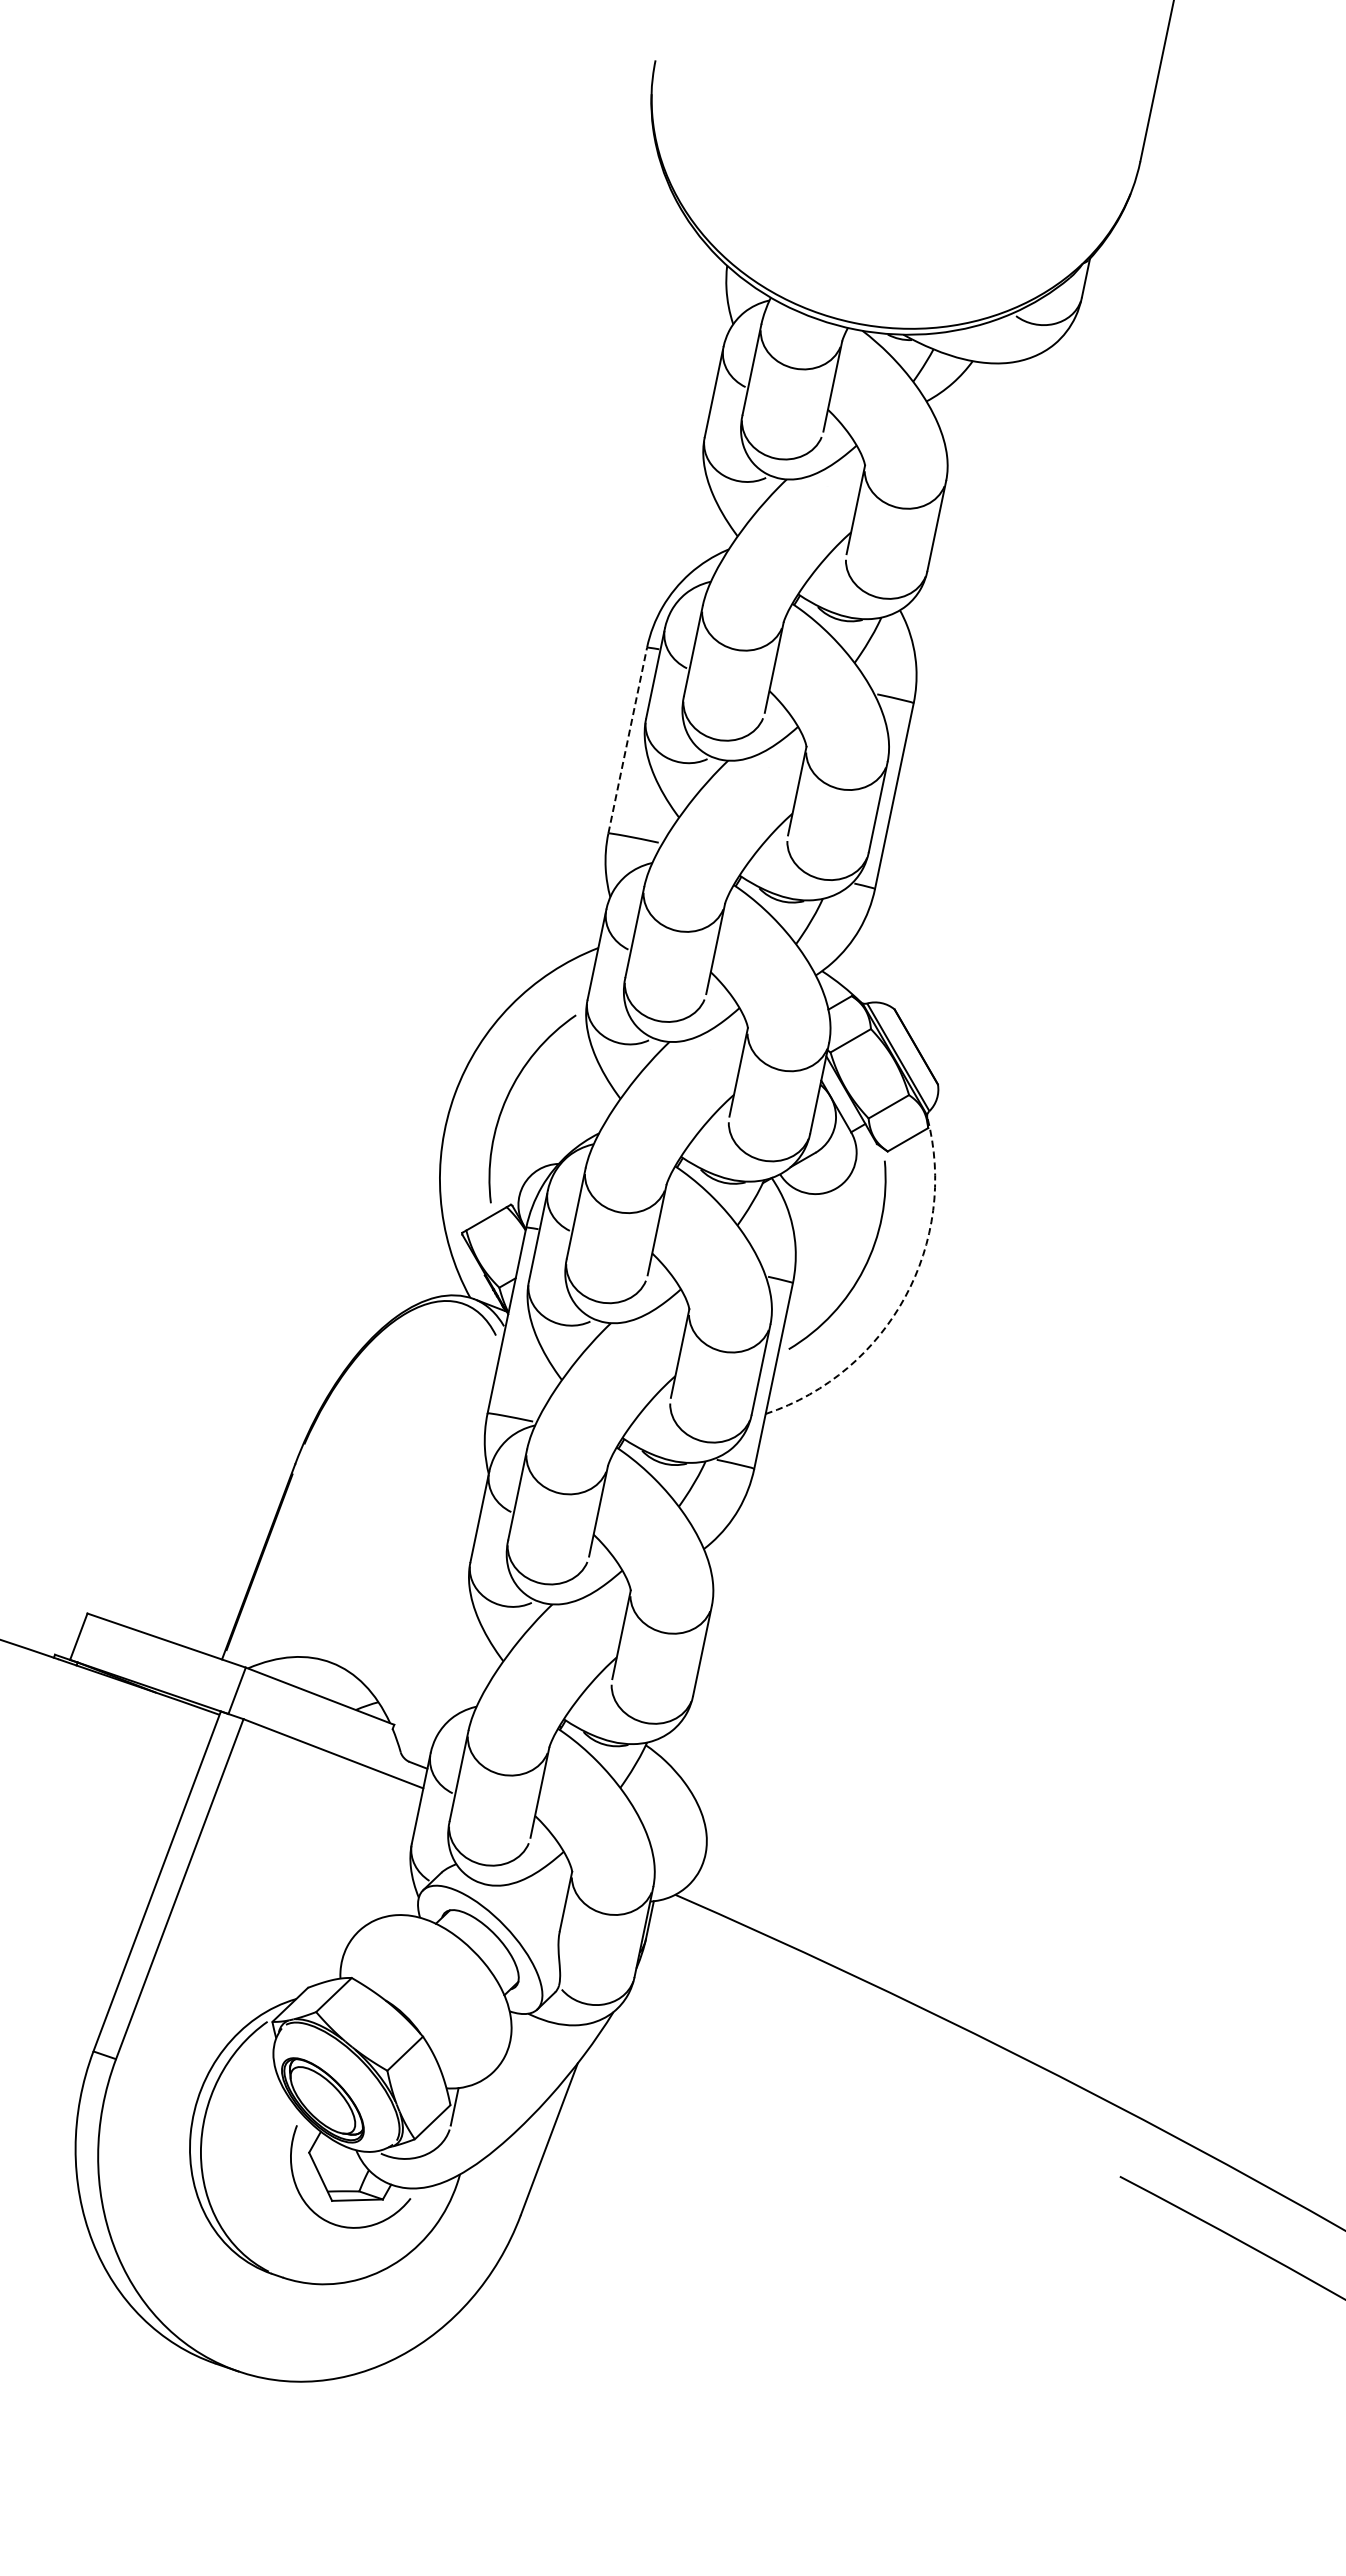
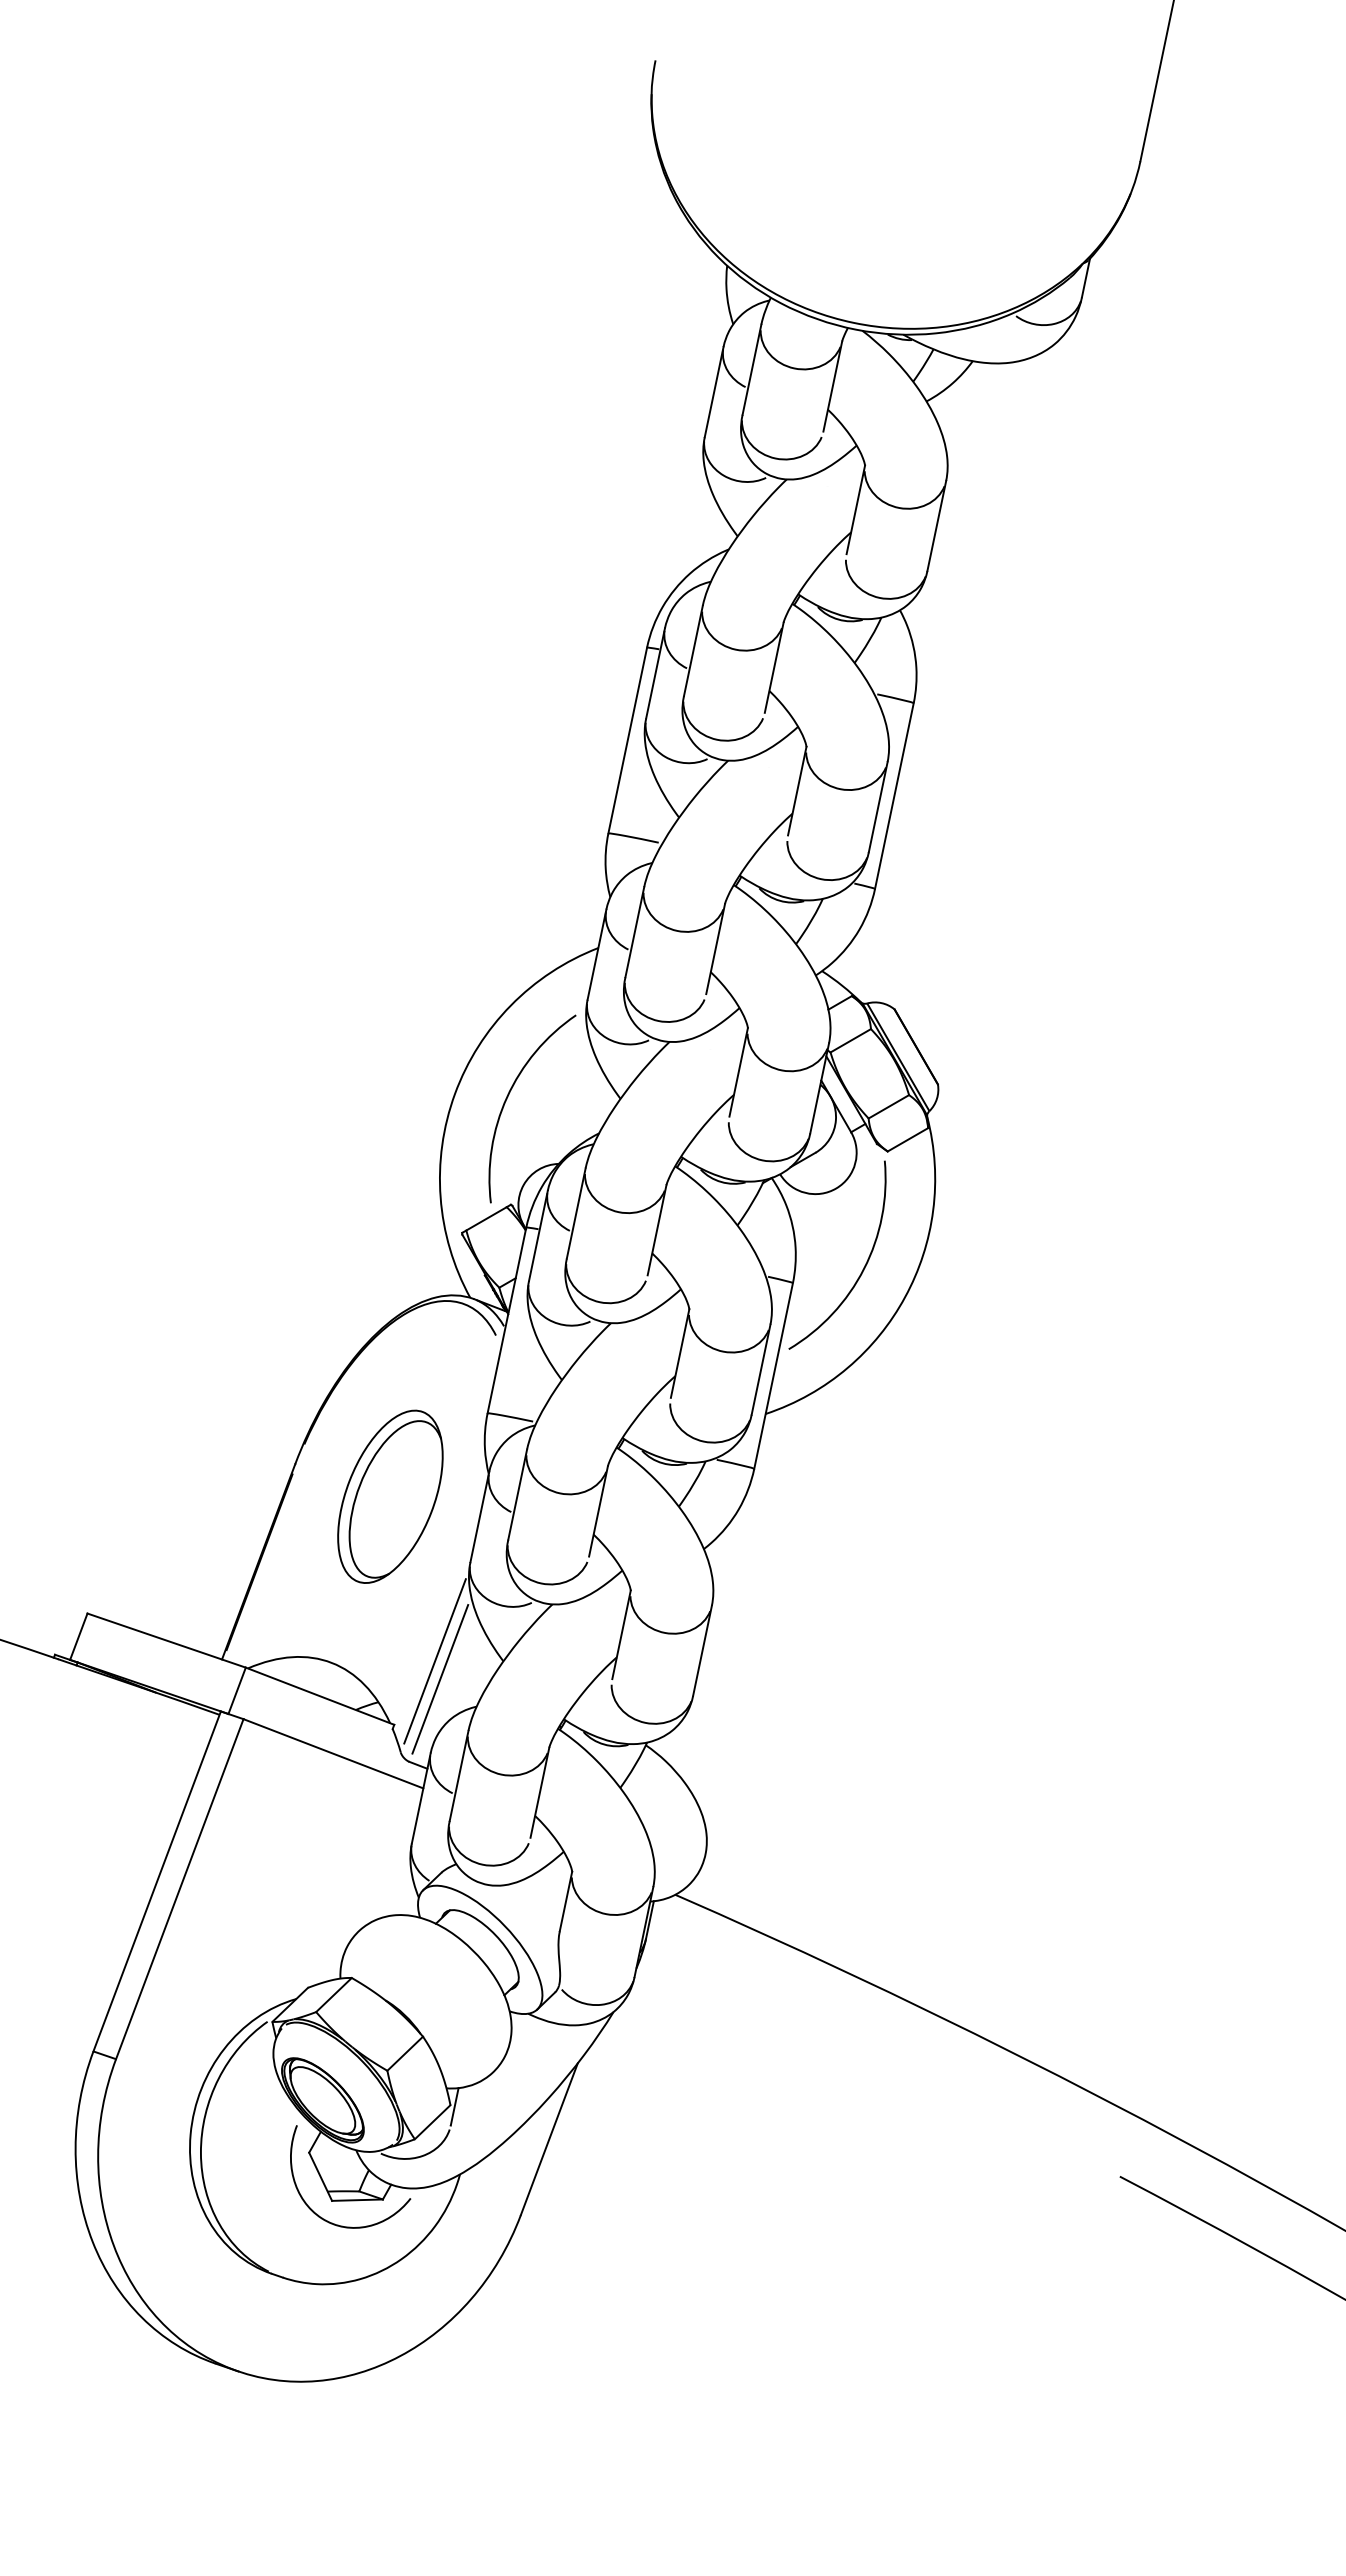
line at (627, 740): dashed -> solid
arc at (905, 1297): dashed -> solid
part at (390, 1496): none -> present
line at (434, 1661): none -> present
line at (440, 1679): none -> present
